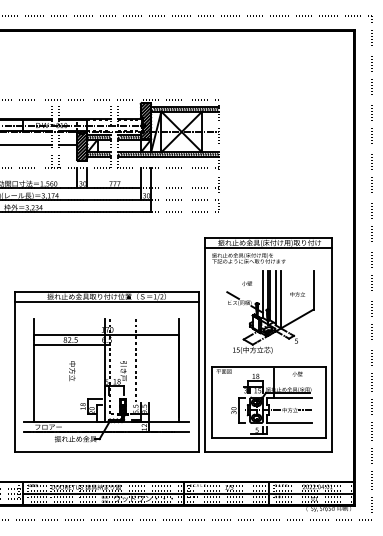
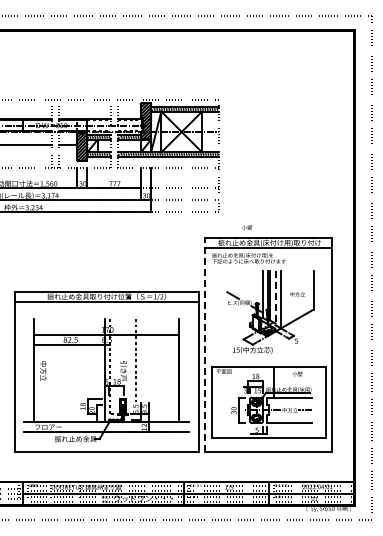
text at (246, 283) position: (246, 283) -> (246, 227)
line at (275, 298): solid -> dashed
line at (205, 344): solid -> dashed
text at (72, 371) position: (72, 371) -> (43, 371)
